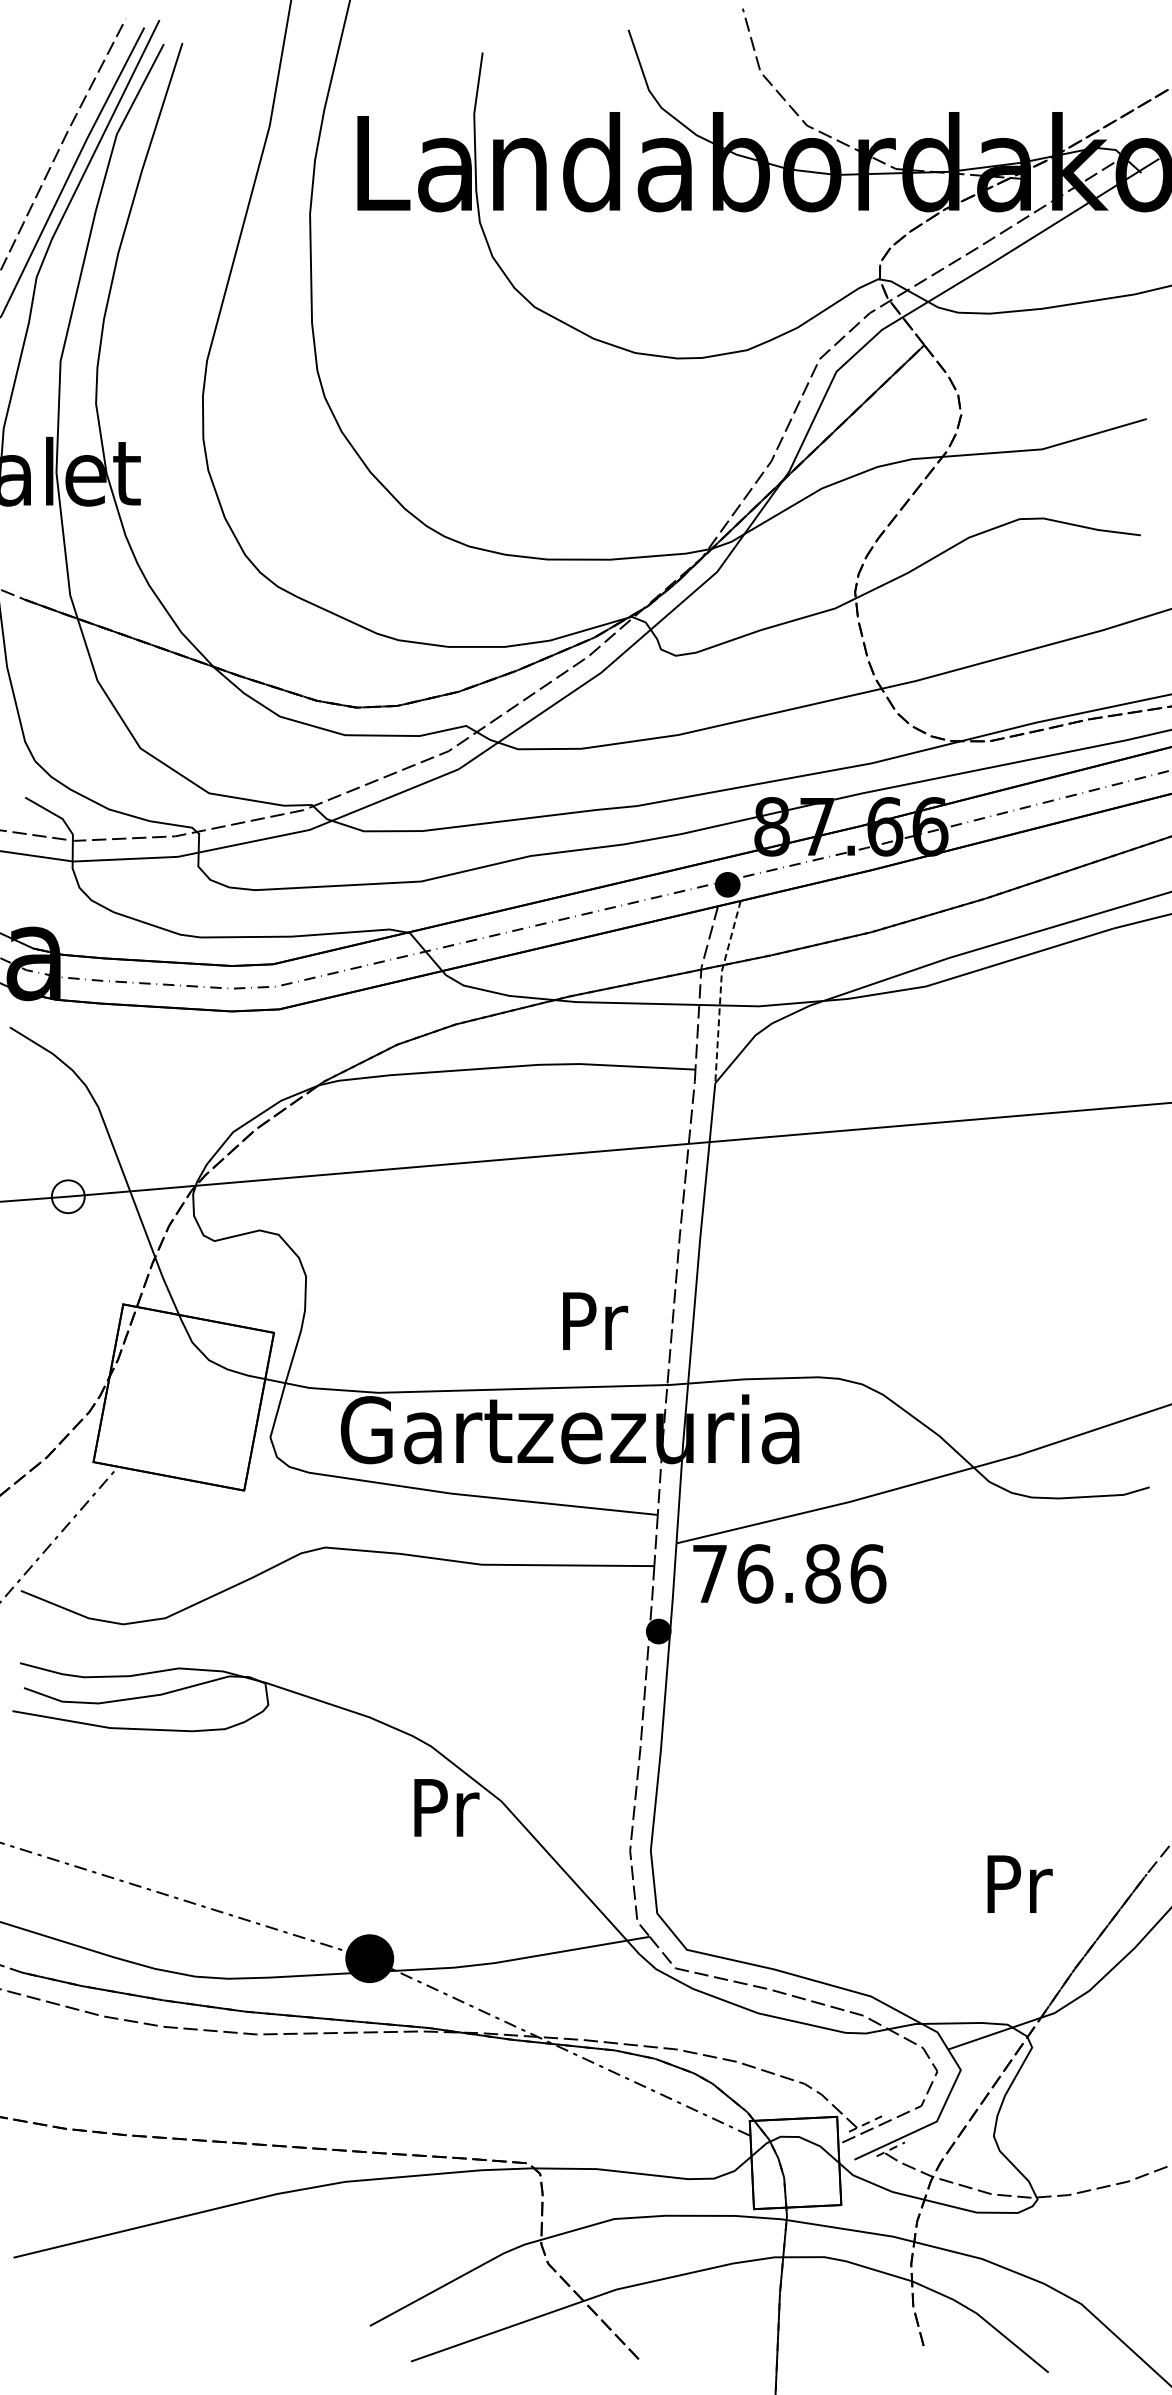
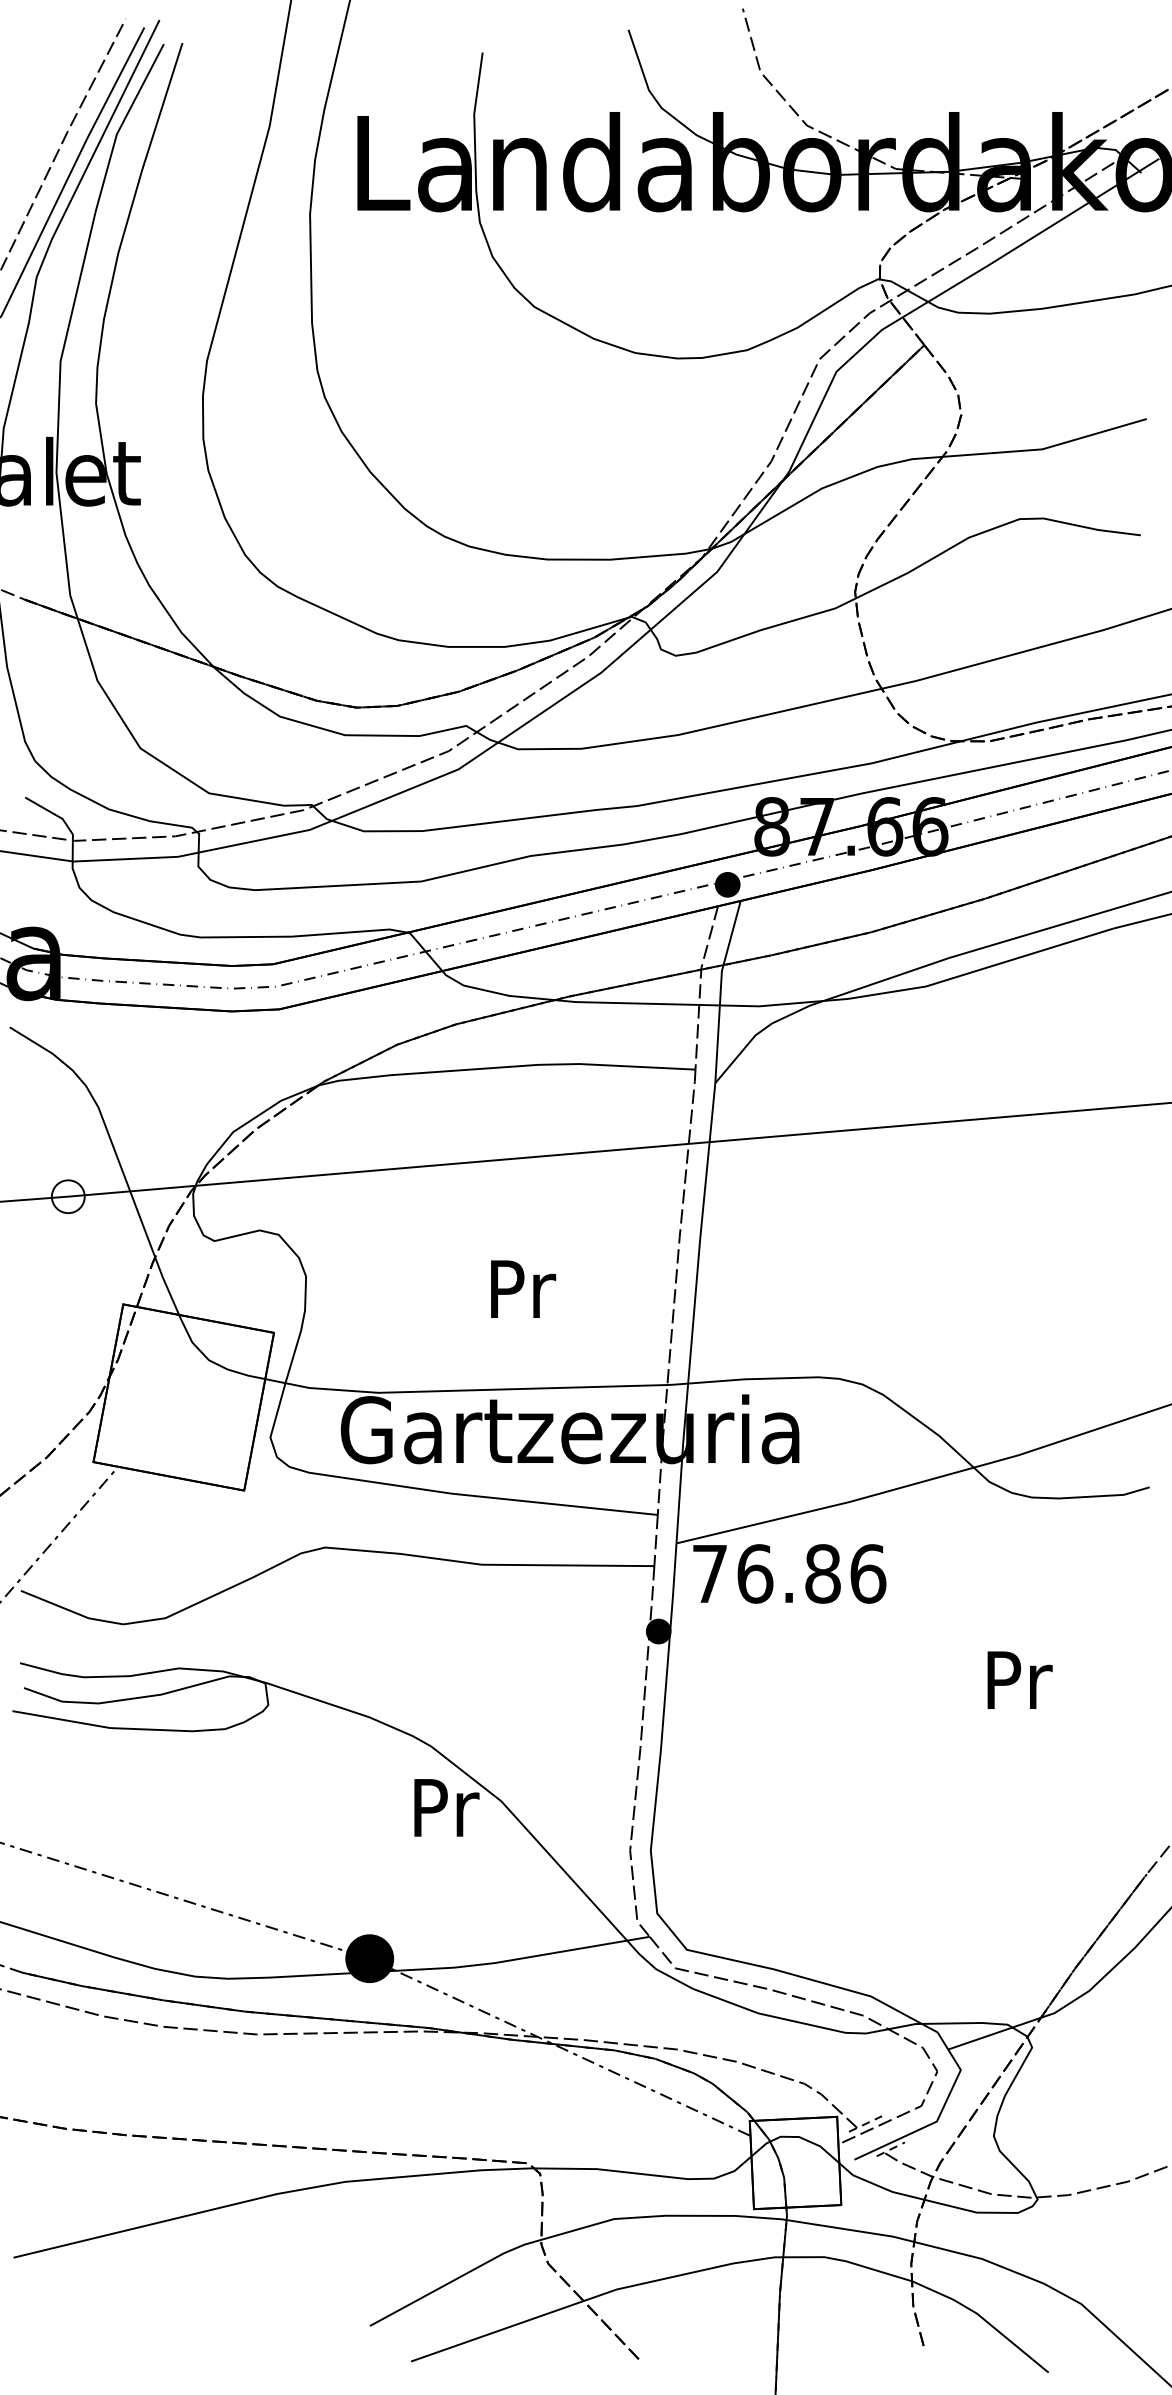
line at (720, 990): dashed -> solid
text at (595, 1320) position: (595, 1320) -> (523, 1288)
text at (1019, 1883) position: (1019, 1883) -> (1019, 1679)
